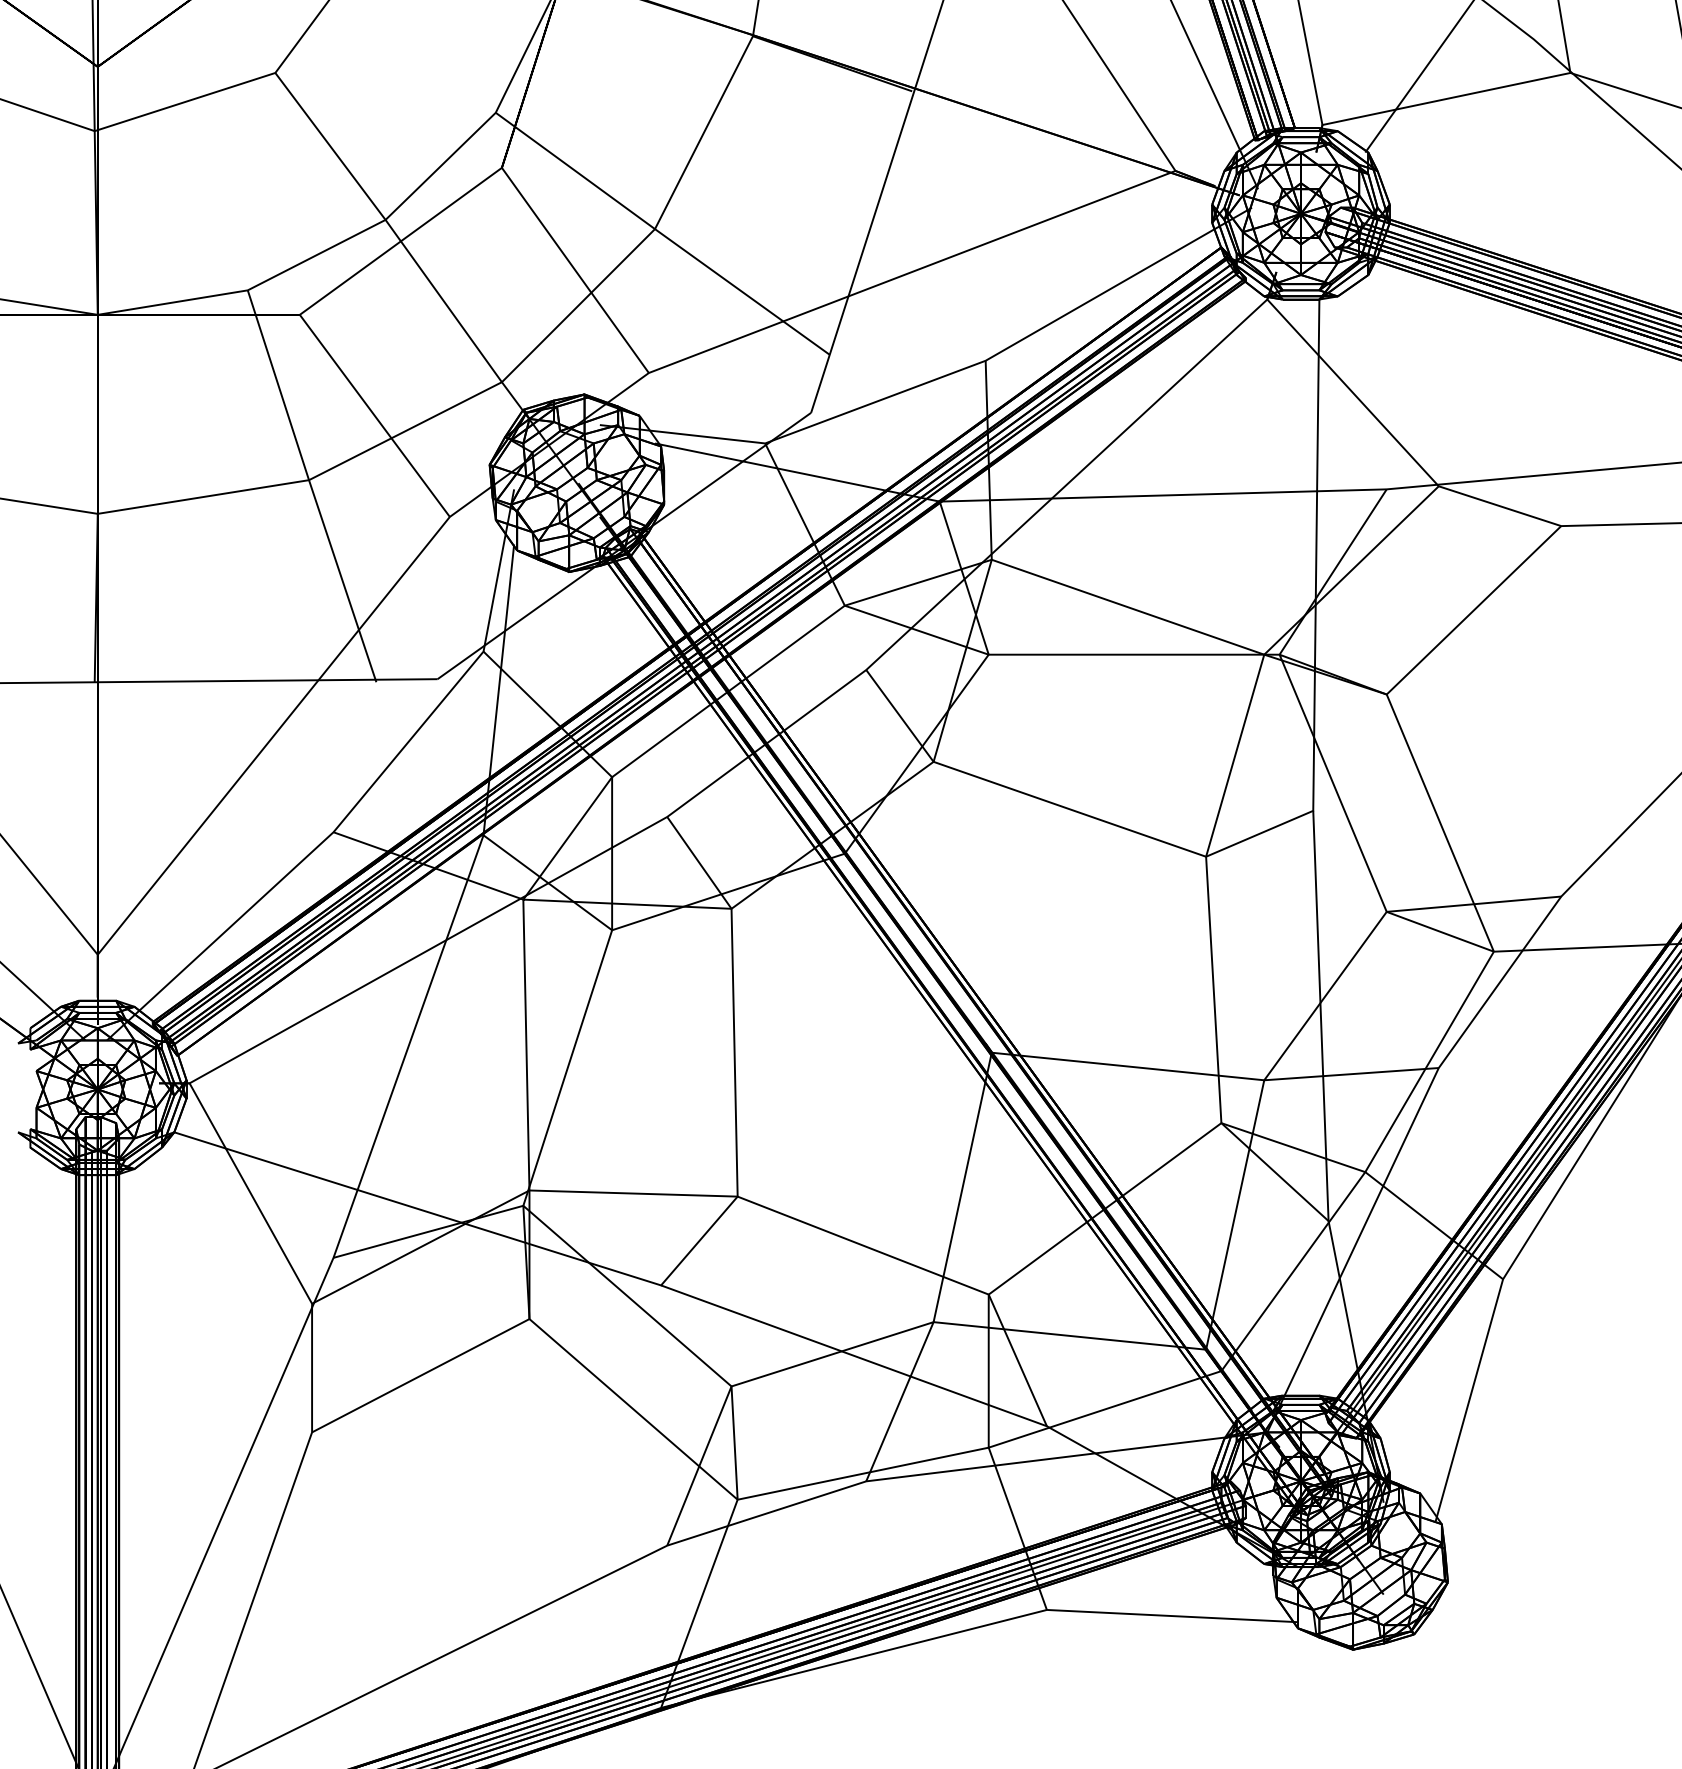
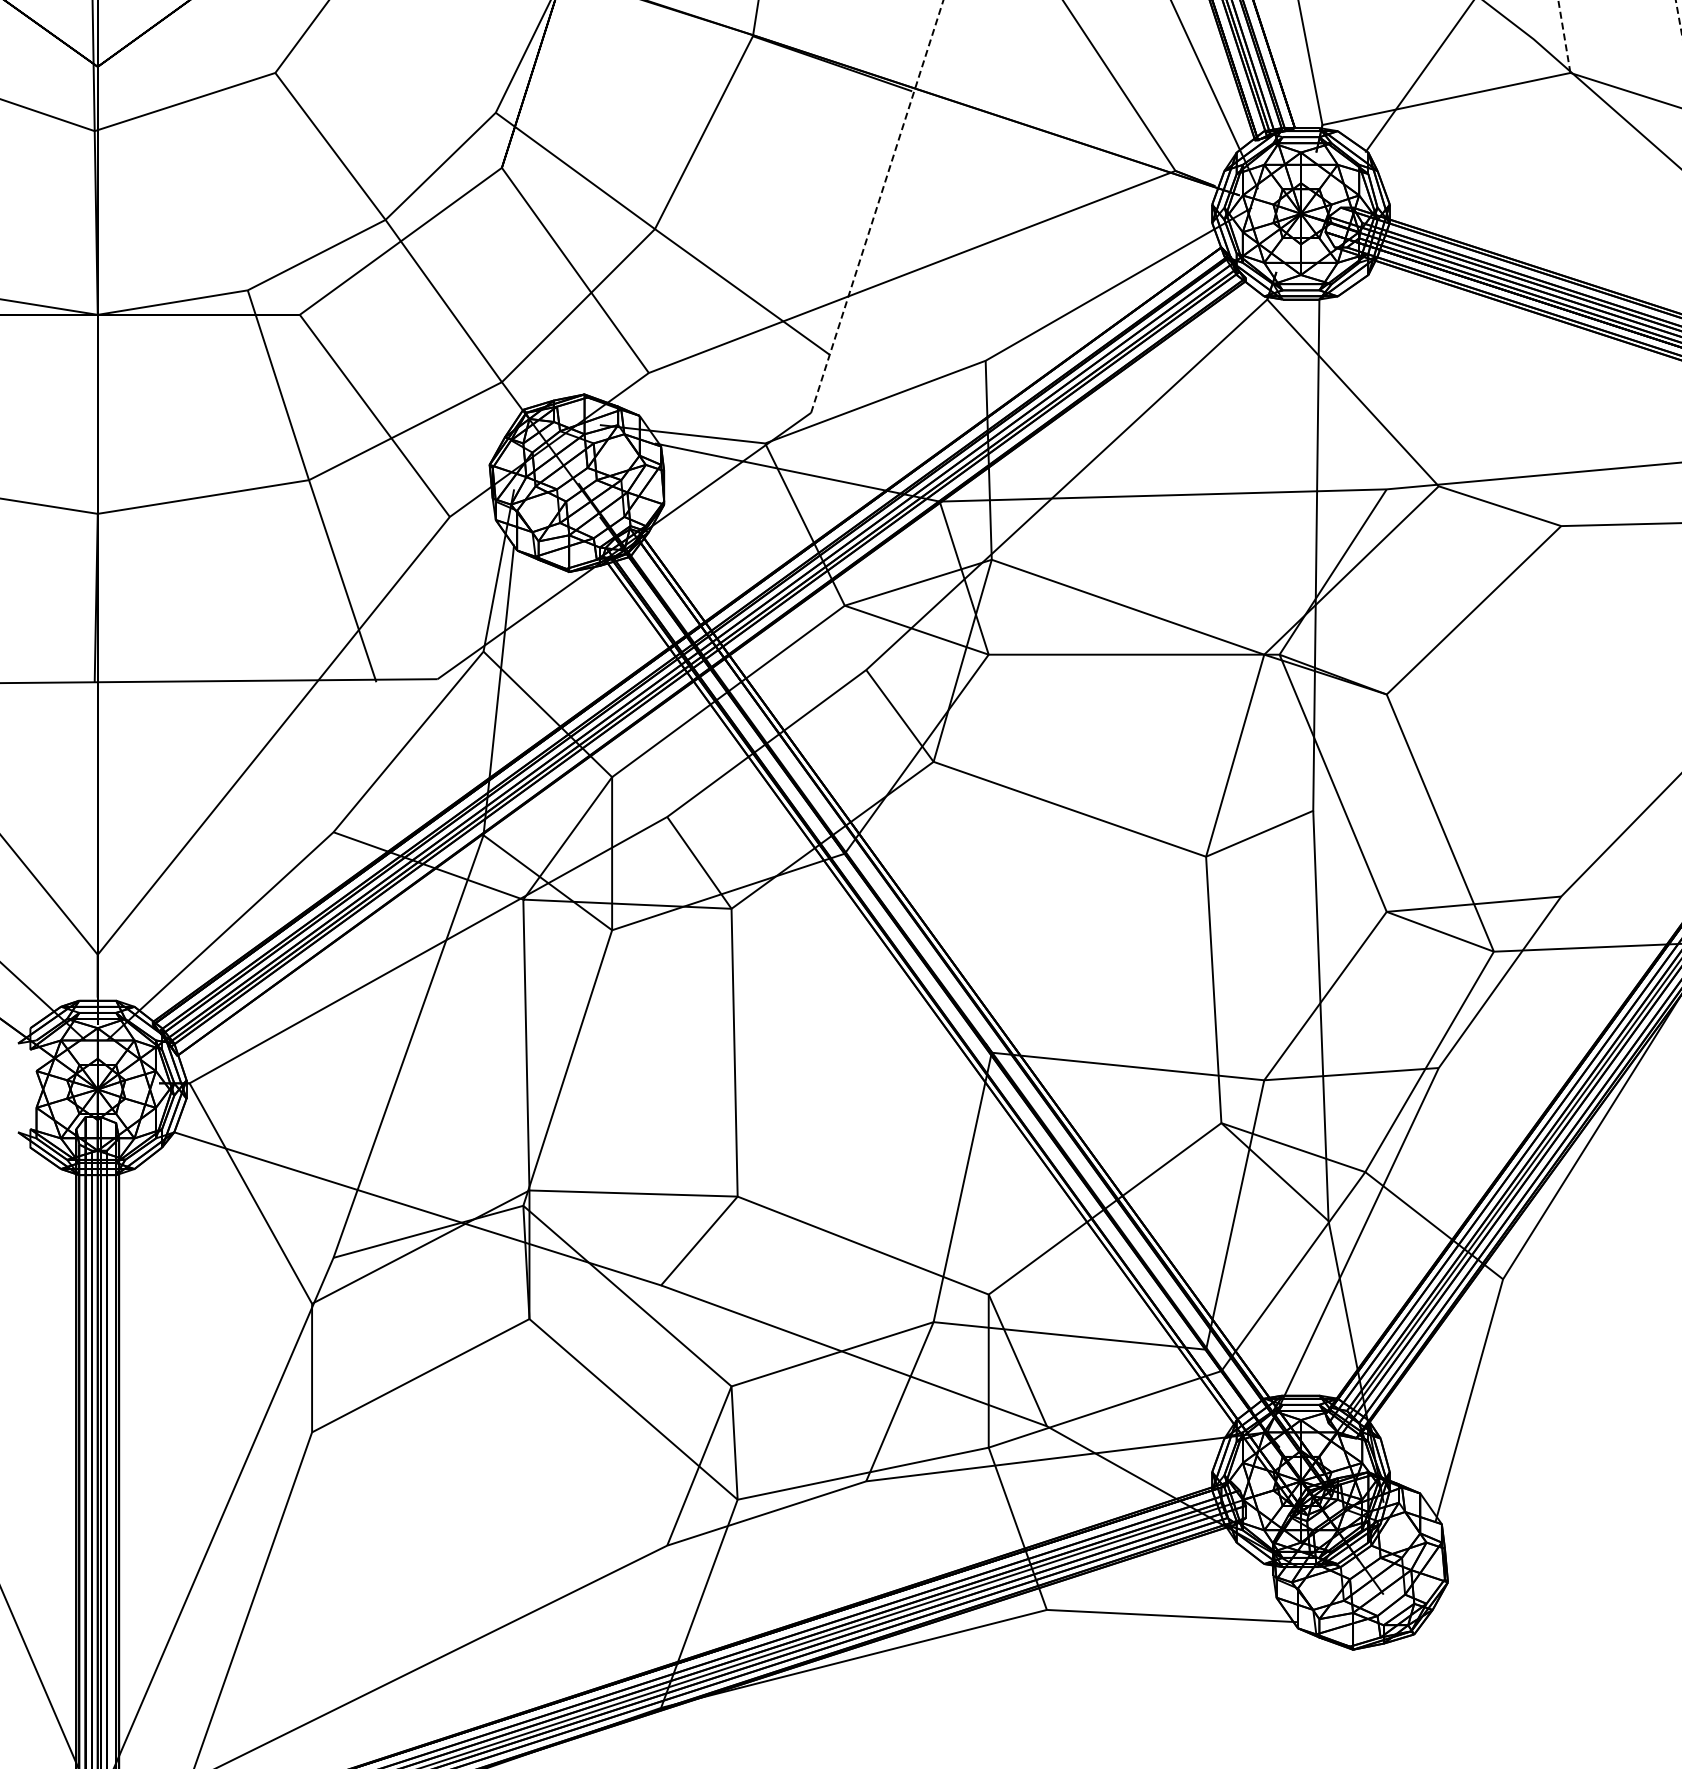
line at (1561, 18): solid -> dashed
line at (877, 206): solid -> dashed
